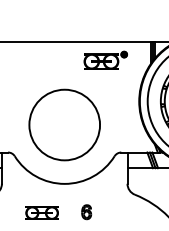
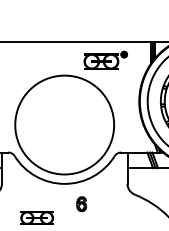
circle at (64, 124) diameter: 71 px -> 99 px
part at (41, 212) position: (41, 212) -> (36, 217)
part at (86, 212) position: (86, 212) -> (81, 204)
